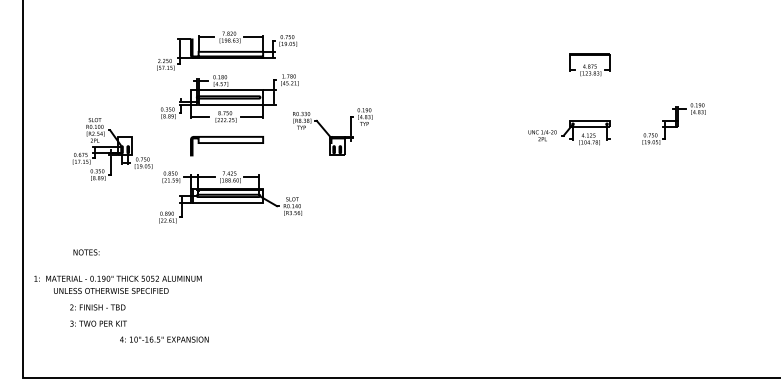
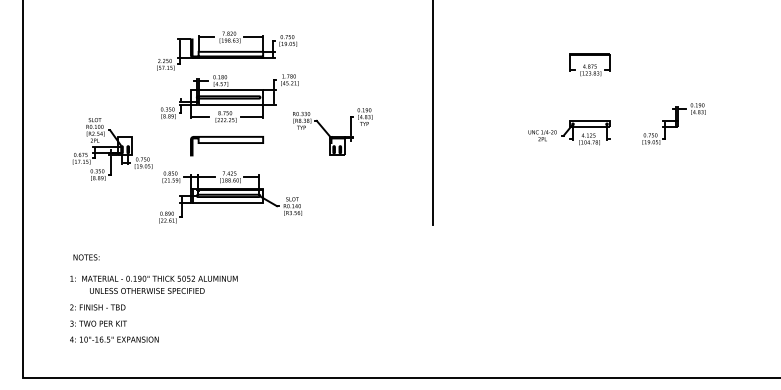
line at (433, 113): none -> present
text at (86, 252) position: (86, 252) -> (86, 257)
text at (117, 284) position: (117, 284) -> (153, 284)
text at (164, 339) position: (164, 339) -> (114, 339)
